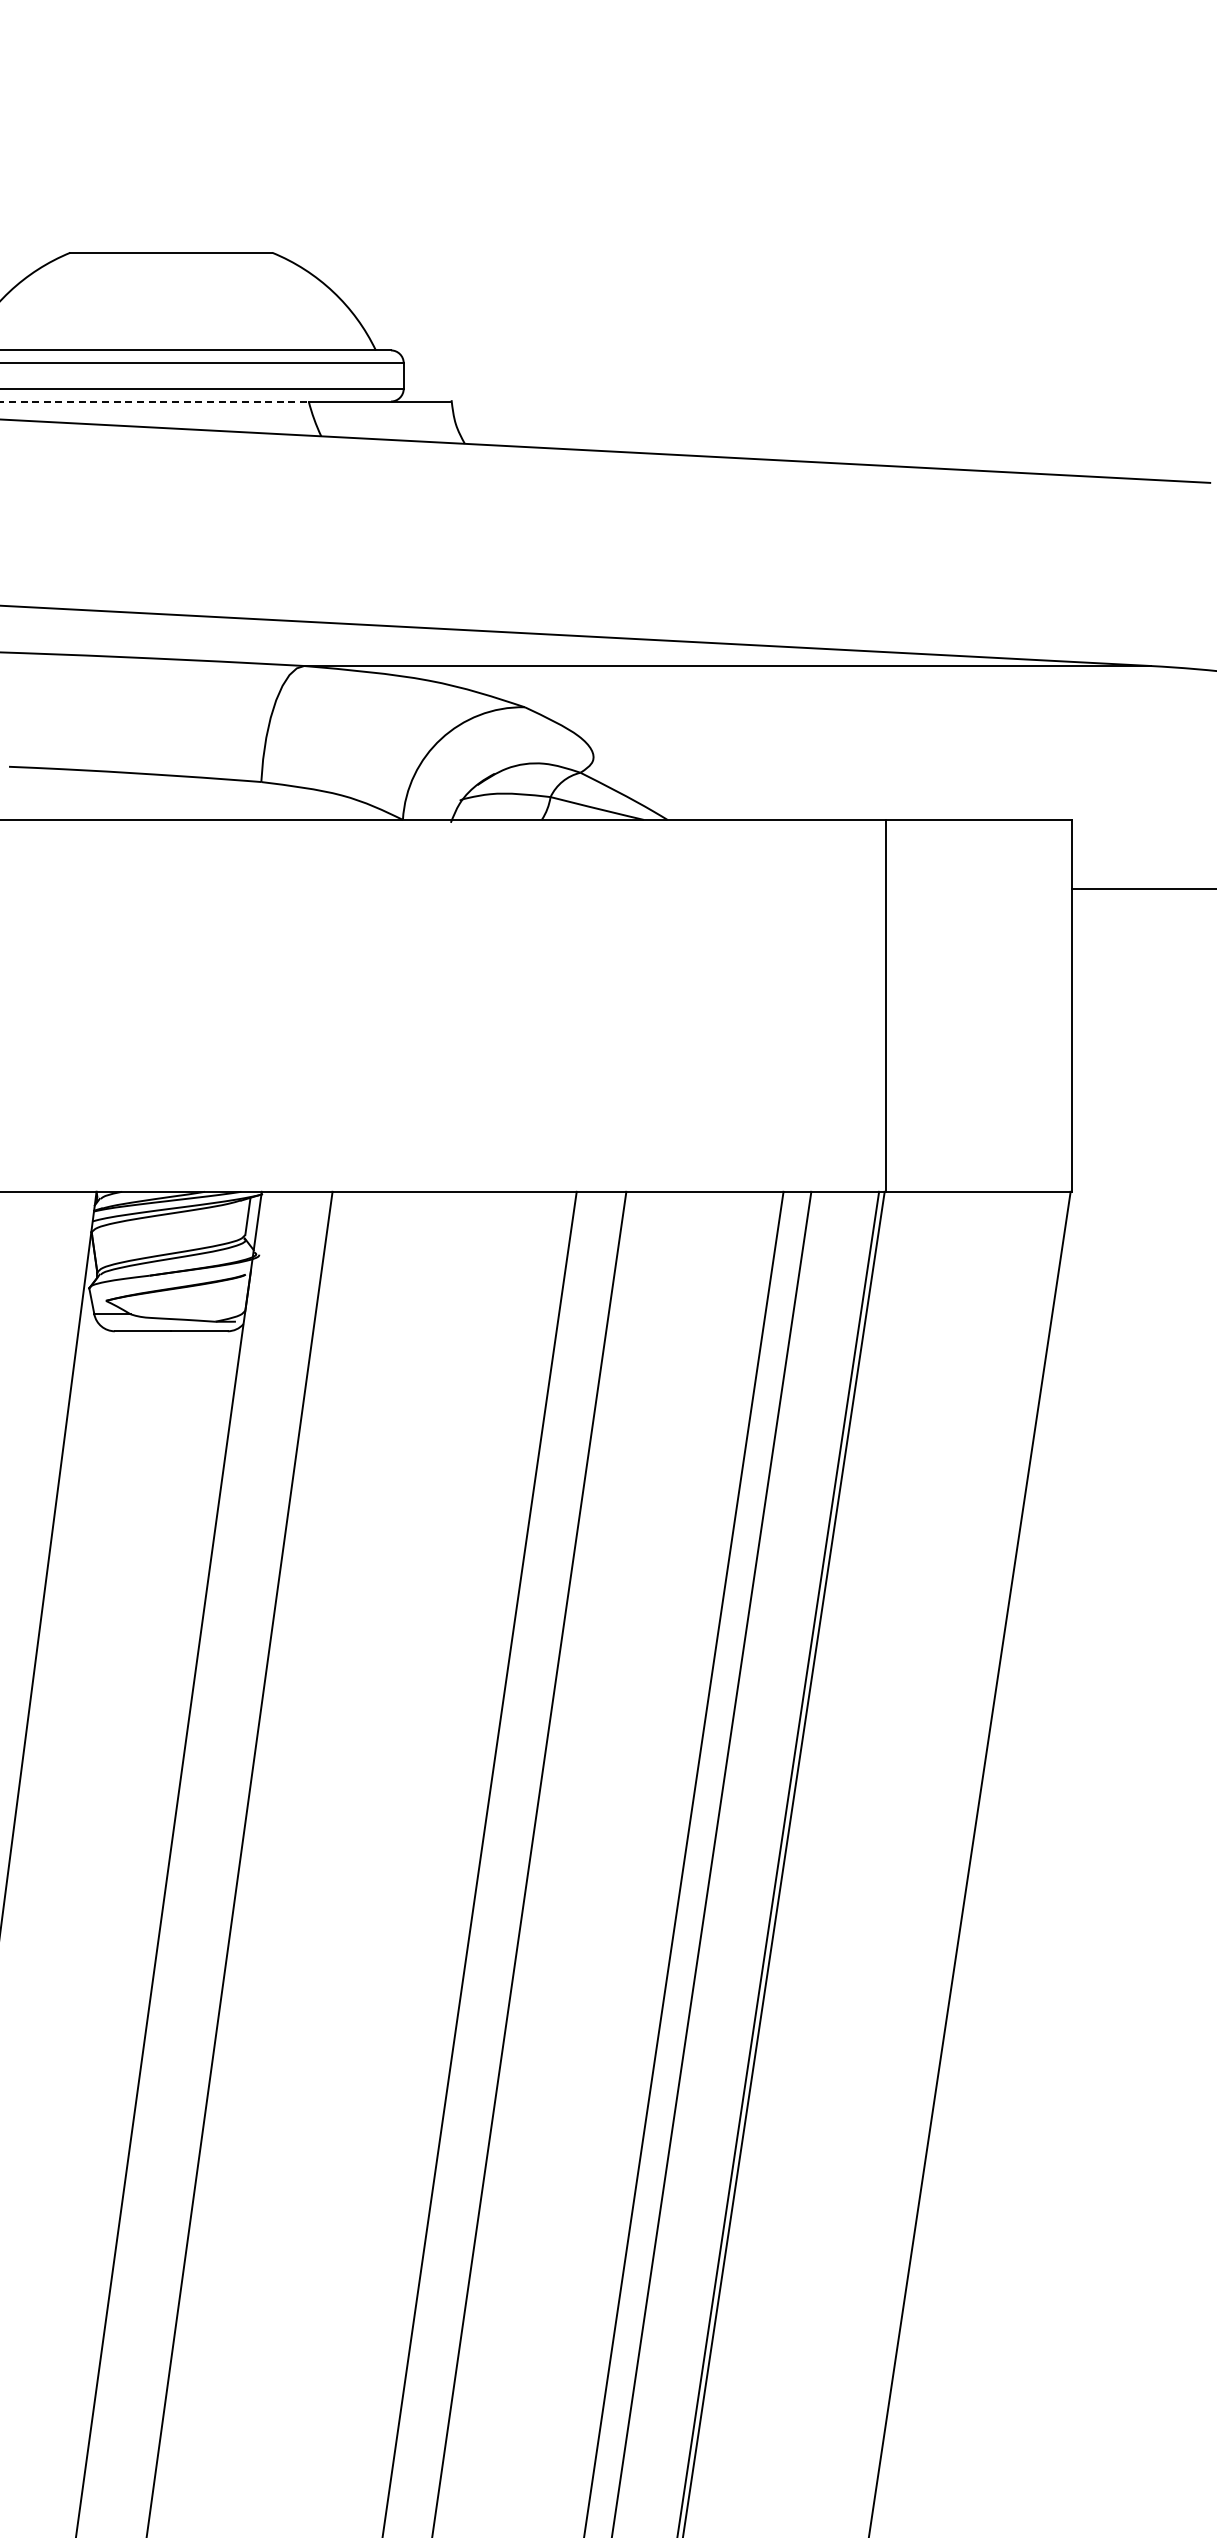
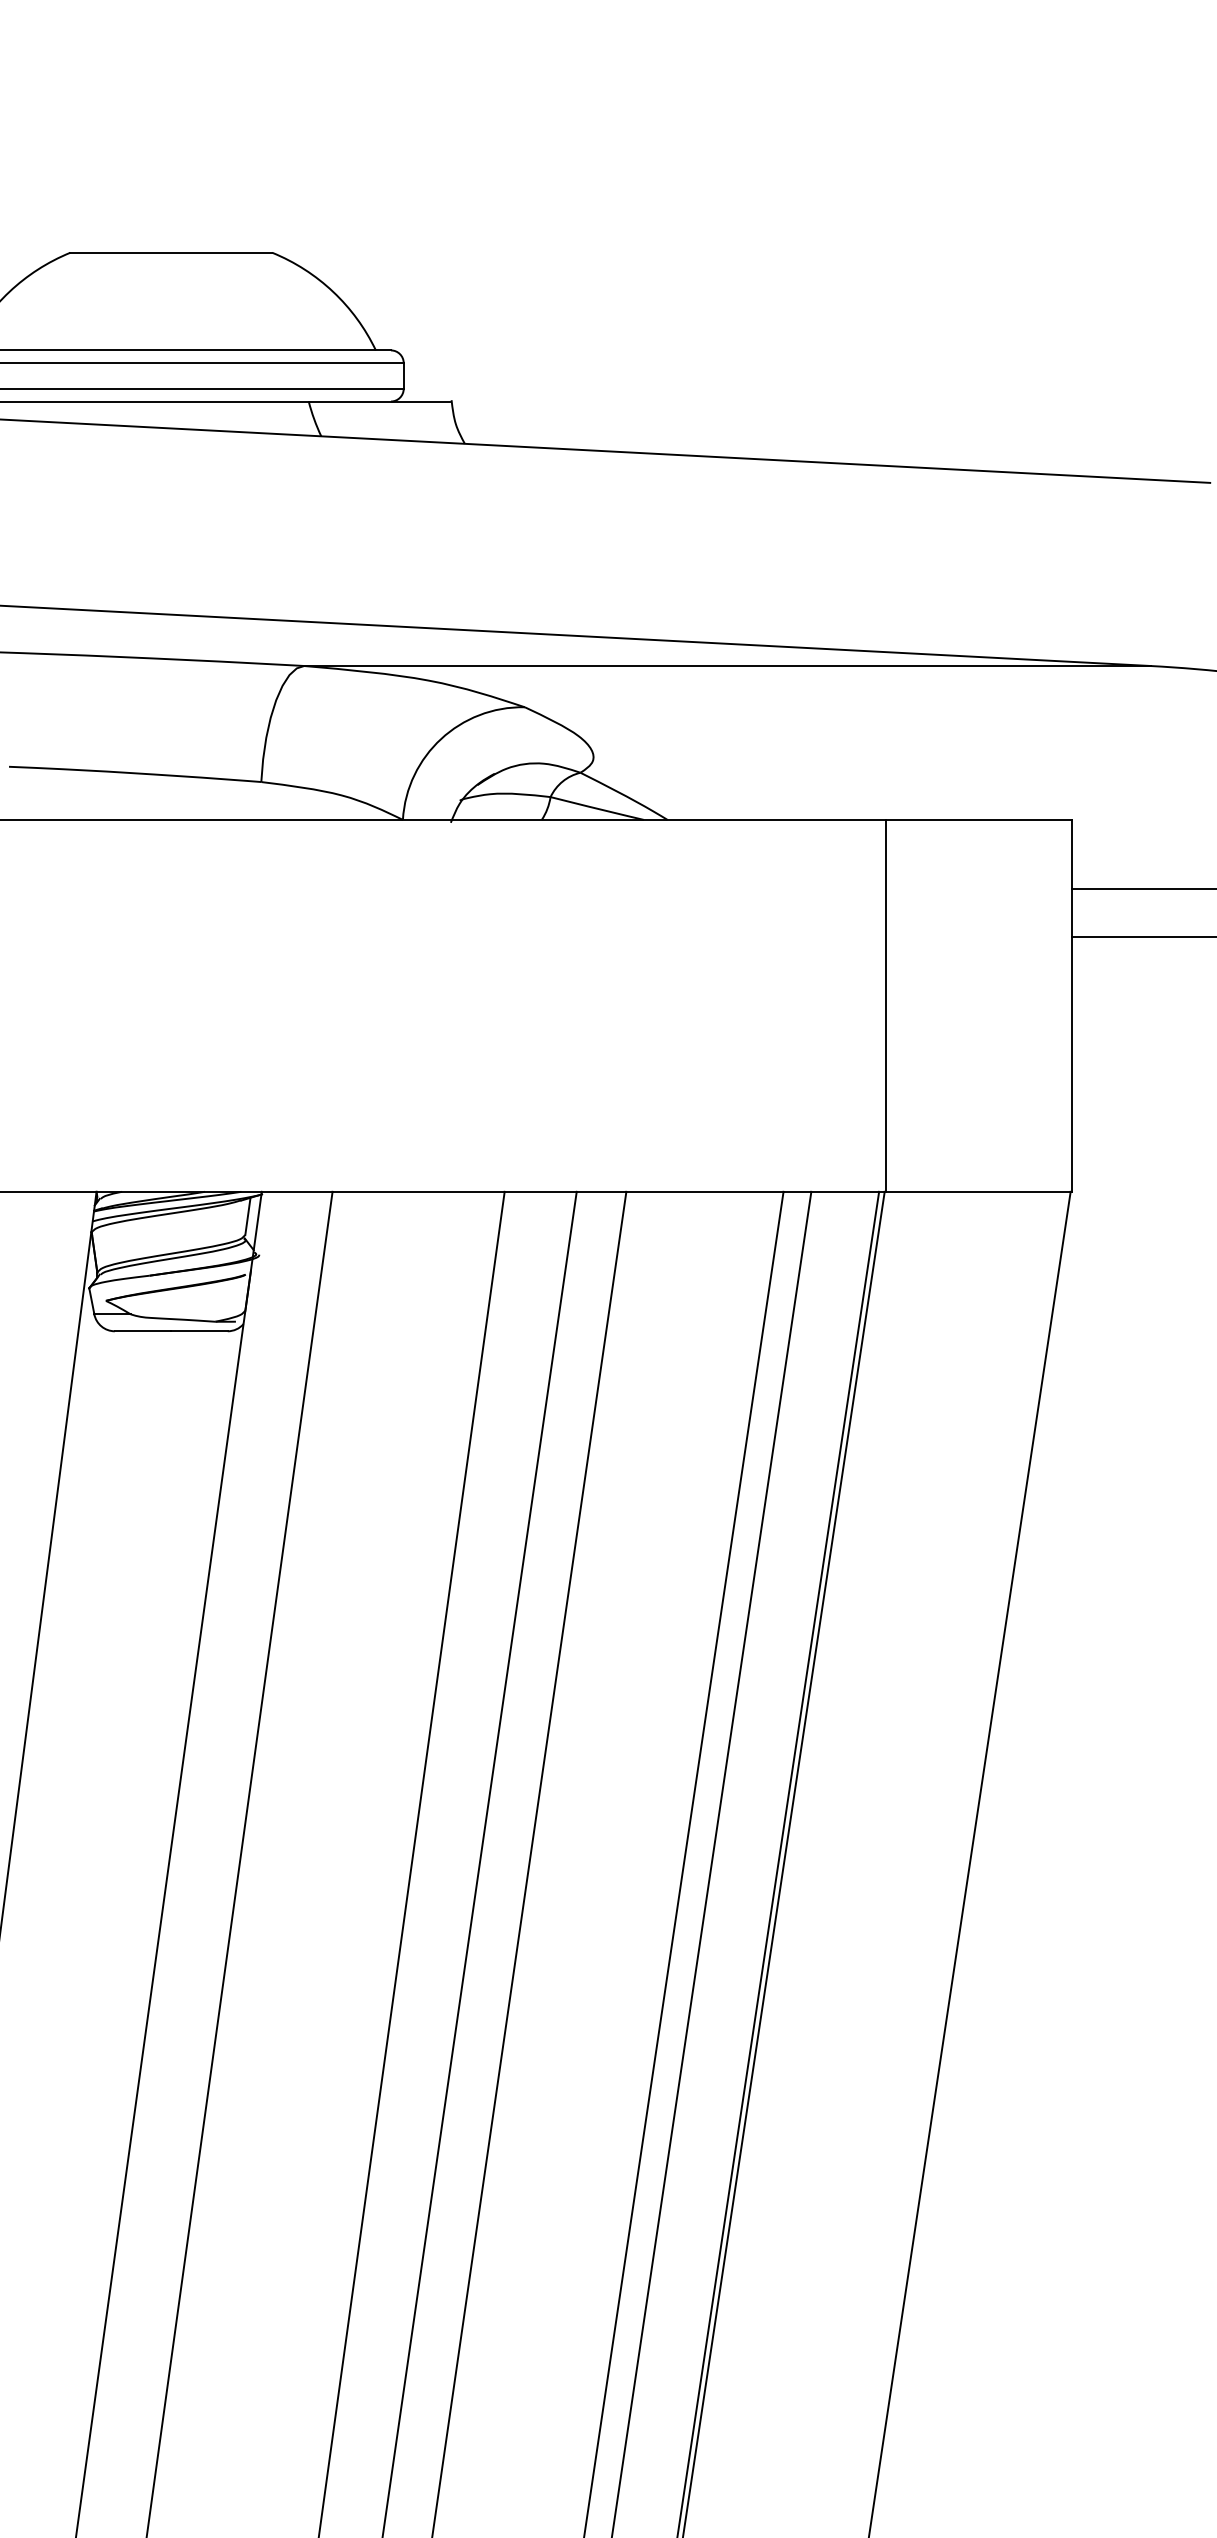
line at (155, 401): dashed -> solid
line at (1142, 936): none -> present
line at (411, 1862): none -> present
